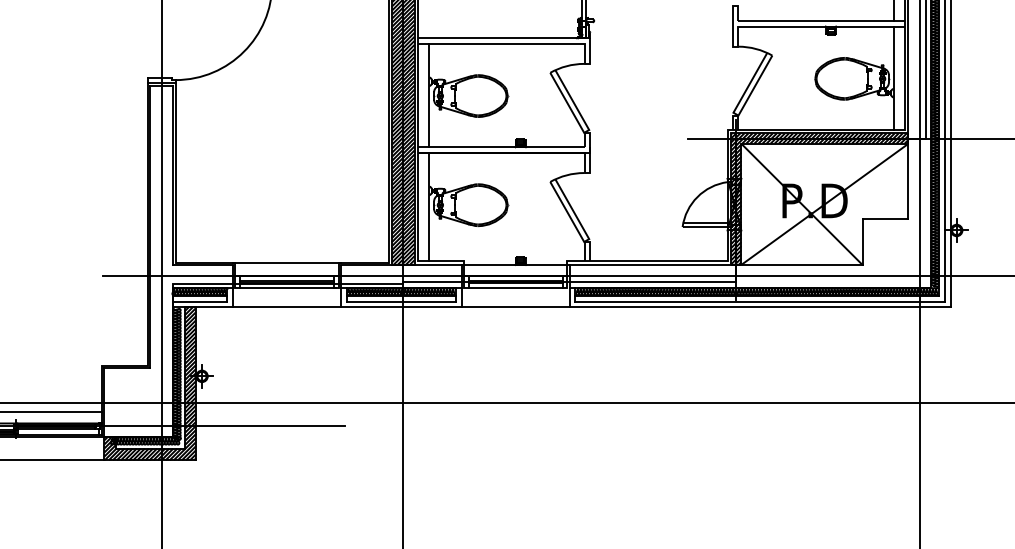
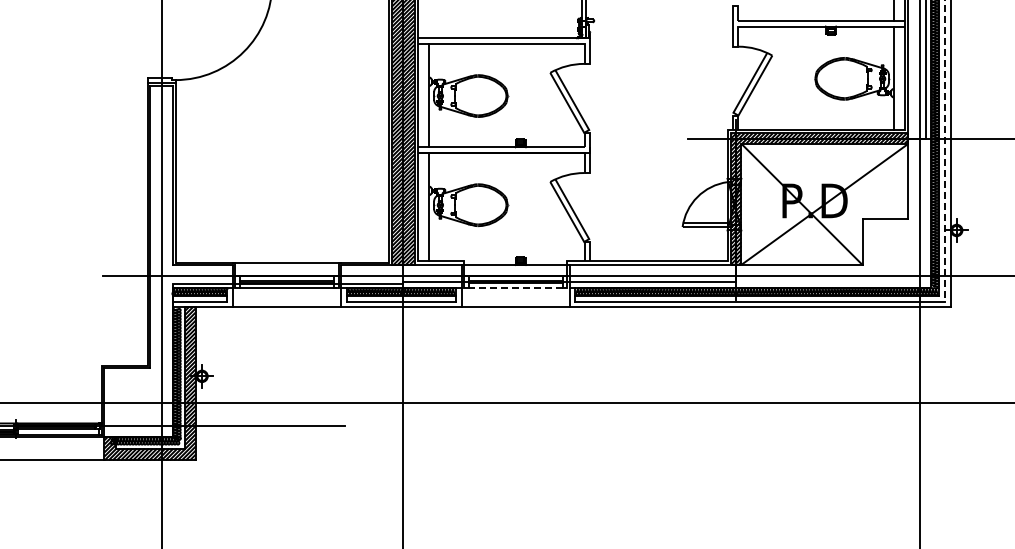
line at (945, 151): solid -> dashed
line at (515, 287): solid -> dashed
line at (52, 411): present -> none
